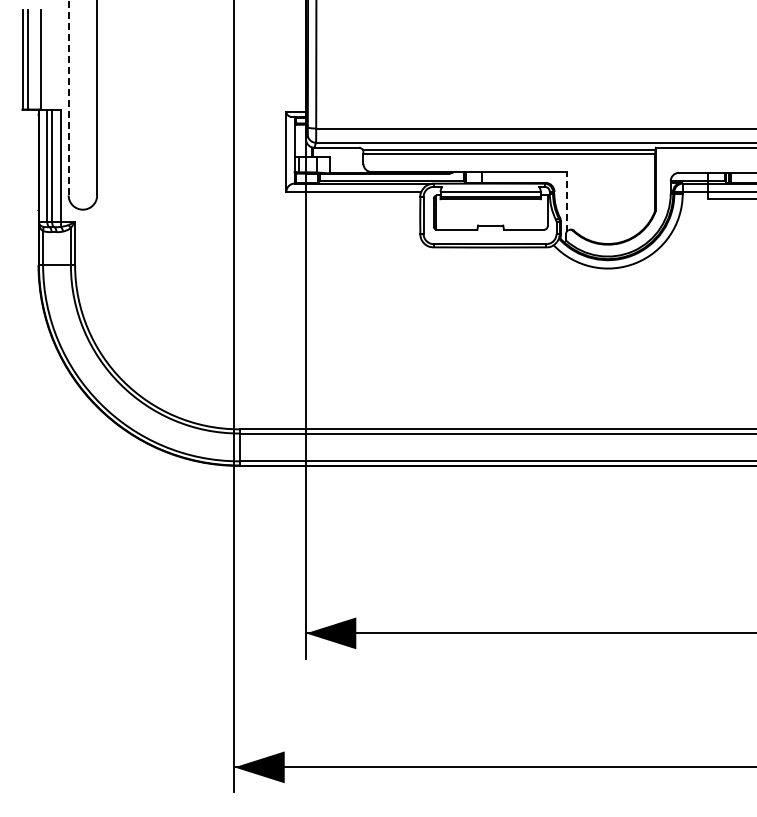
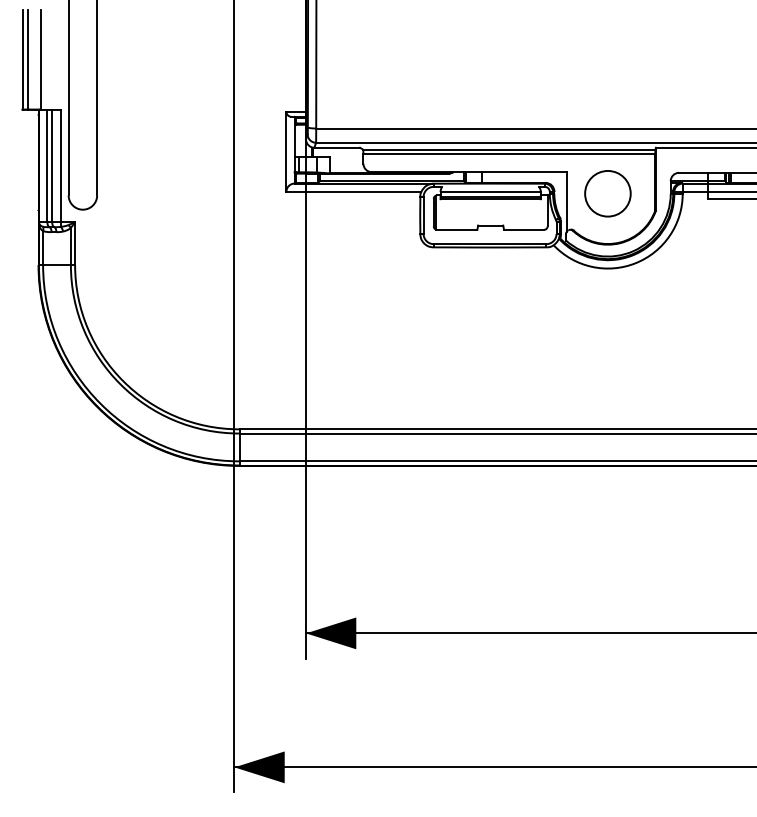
line at (68, 97): dashed -> solid
circle at (607, 193): none -> present
line at (566, 201): dashed -> solid
